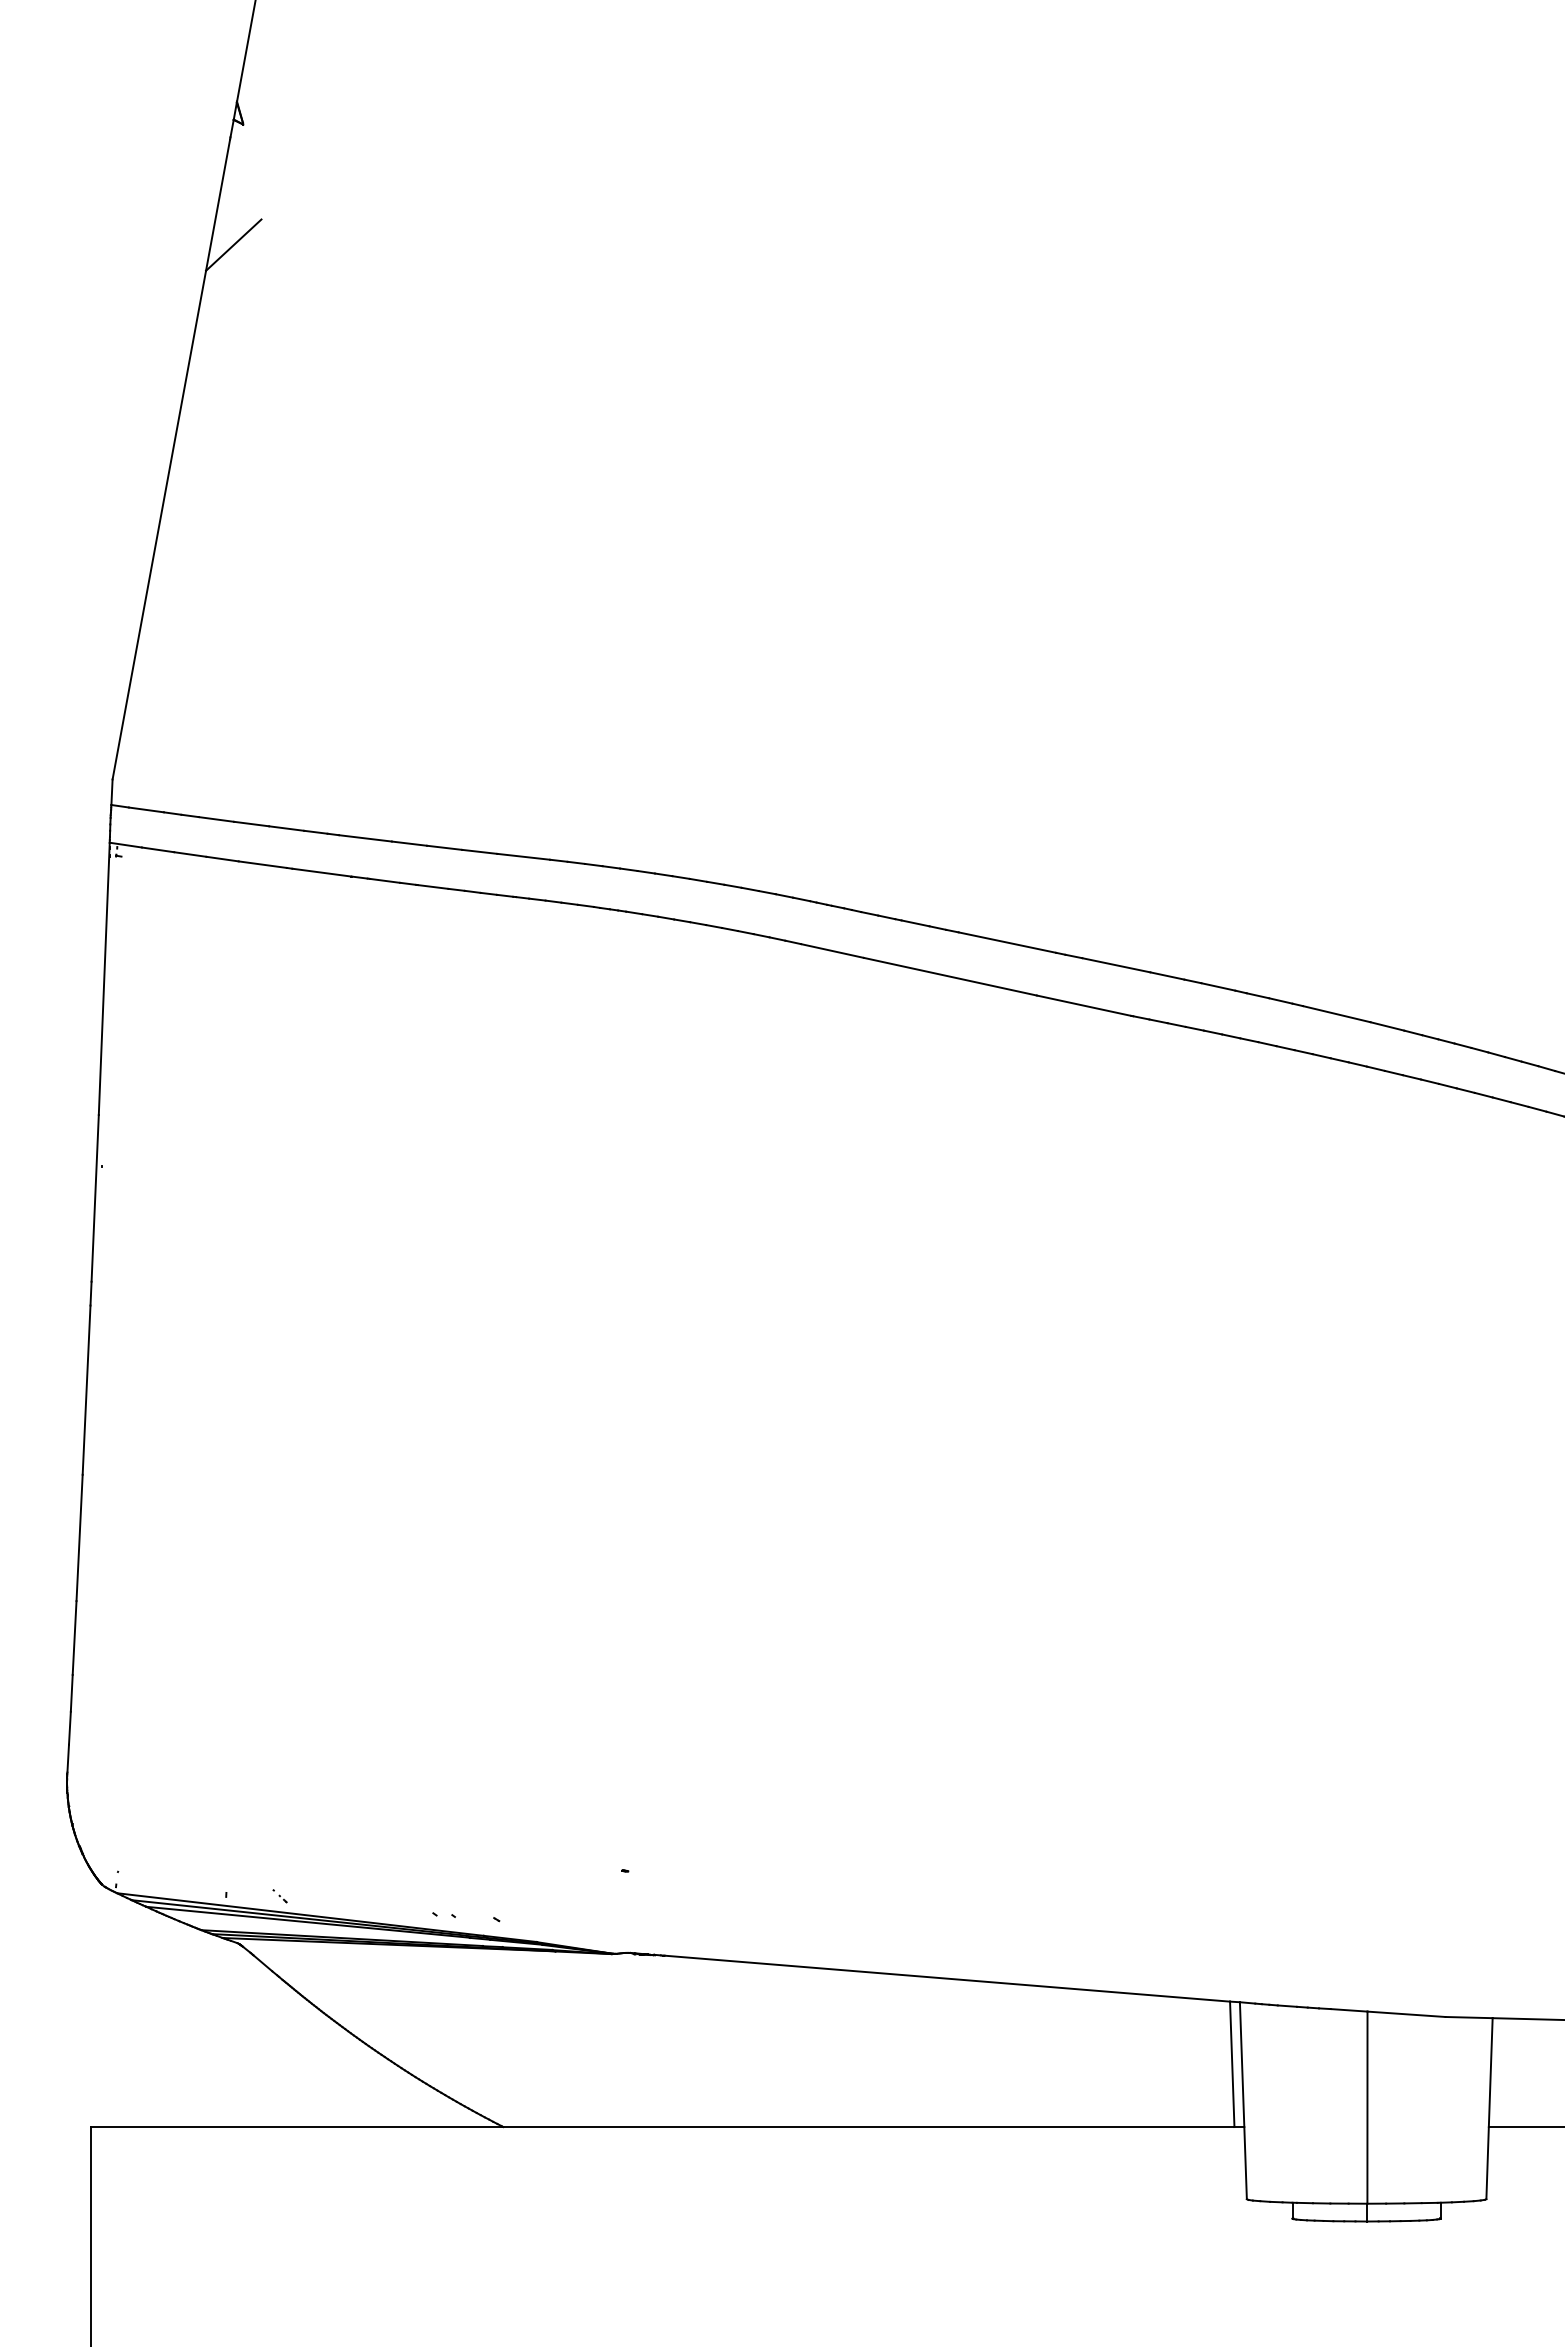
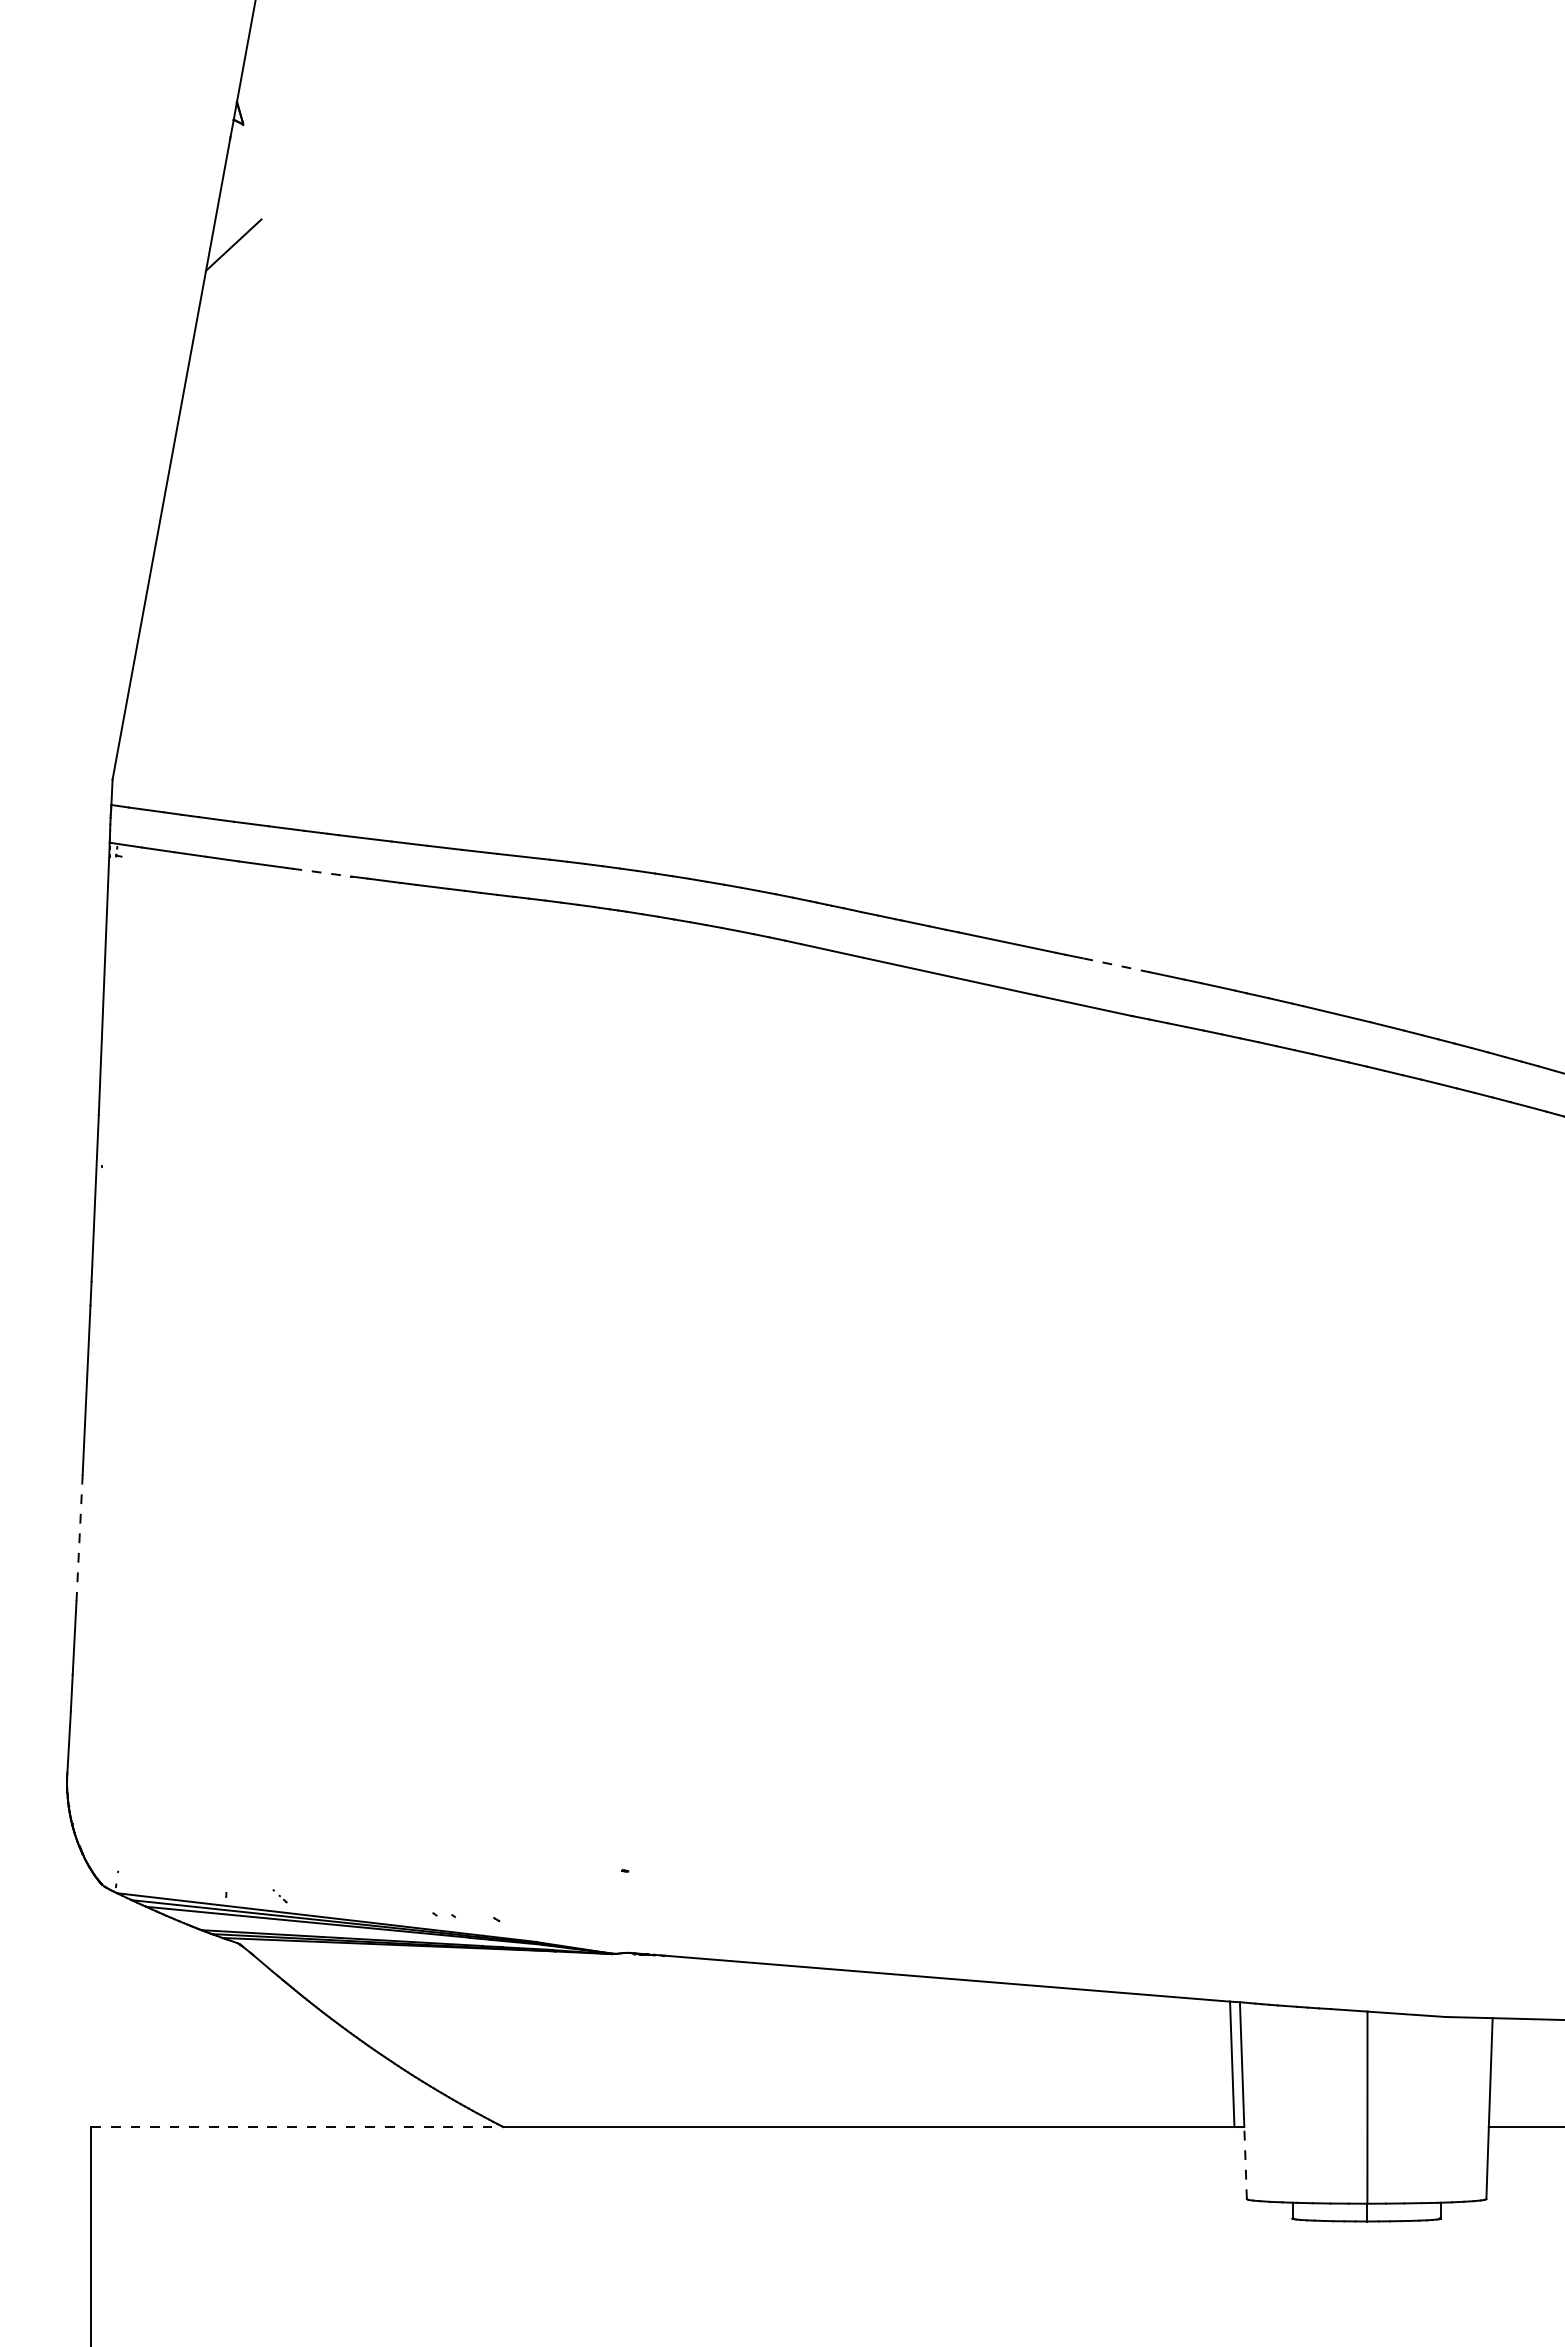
line at (321, 872): solid -> dashed
line at (1116, 965): solid -> dashed
line at (79, 1538): solid -> dashed
line at (297, 2127): solid -> dashed
line at (1245, 2162): solid -> dashed
